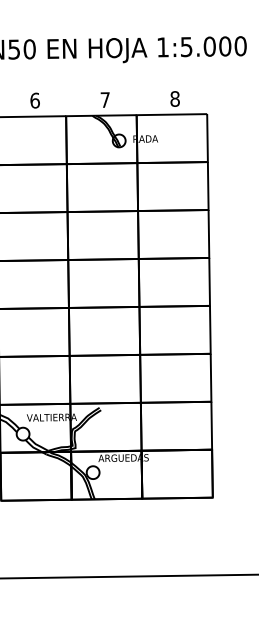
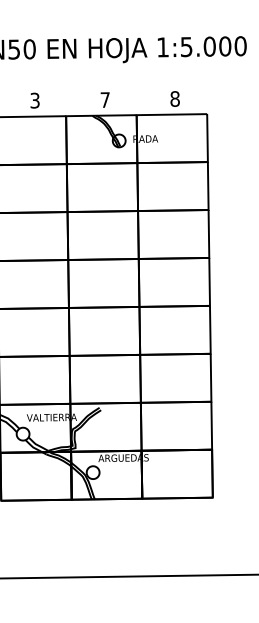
text at (34, 100): 6 -> 3
